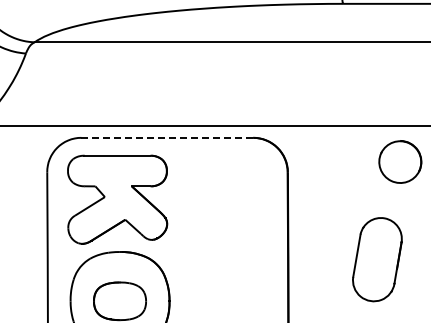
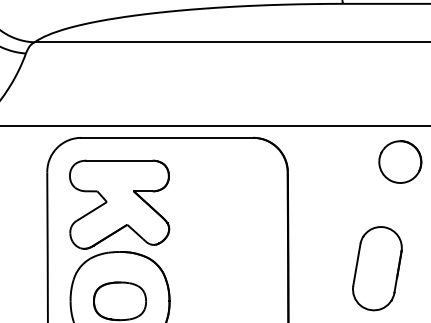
line at (167, 137): dashed -> solid
part at (117, 199) position: (117, 199) -> (119, 204)
part at (377, 259) position: (377, 259) -> (377, 268)
